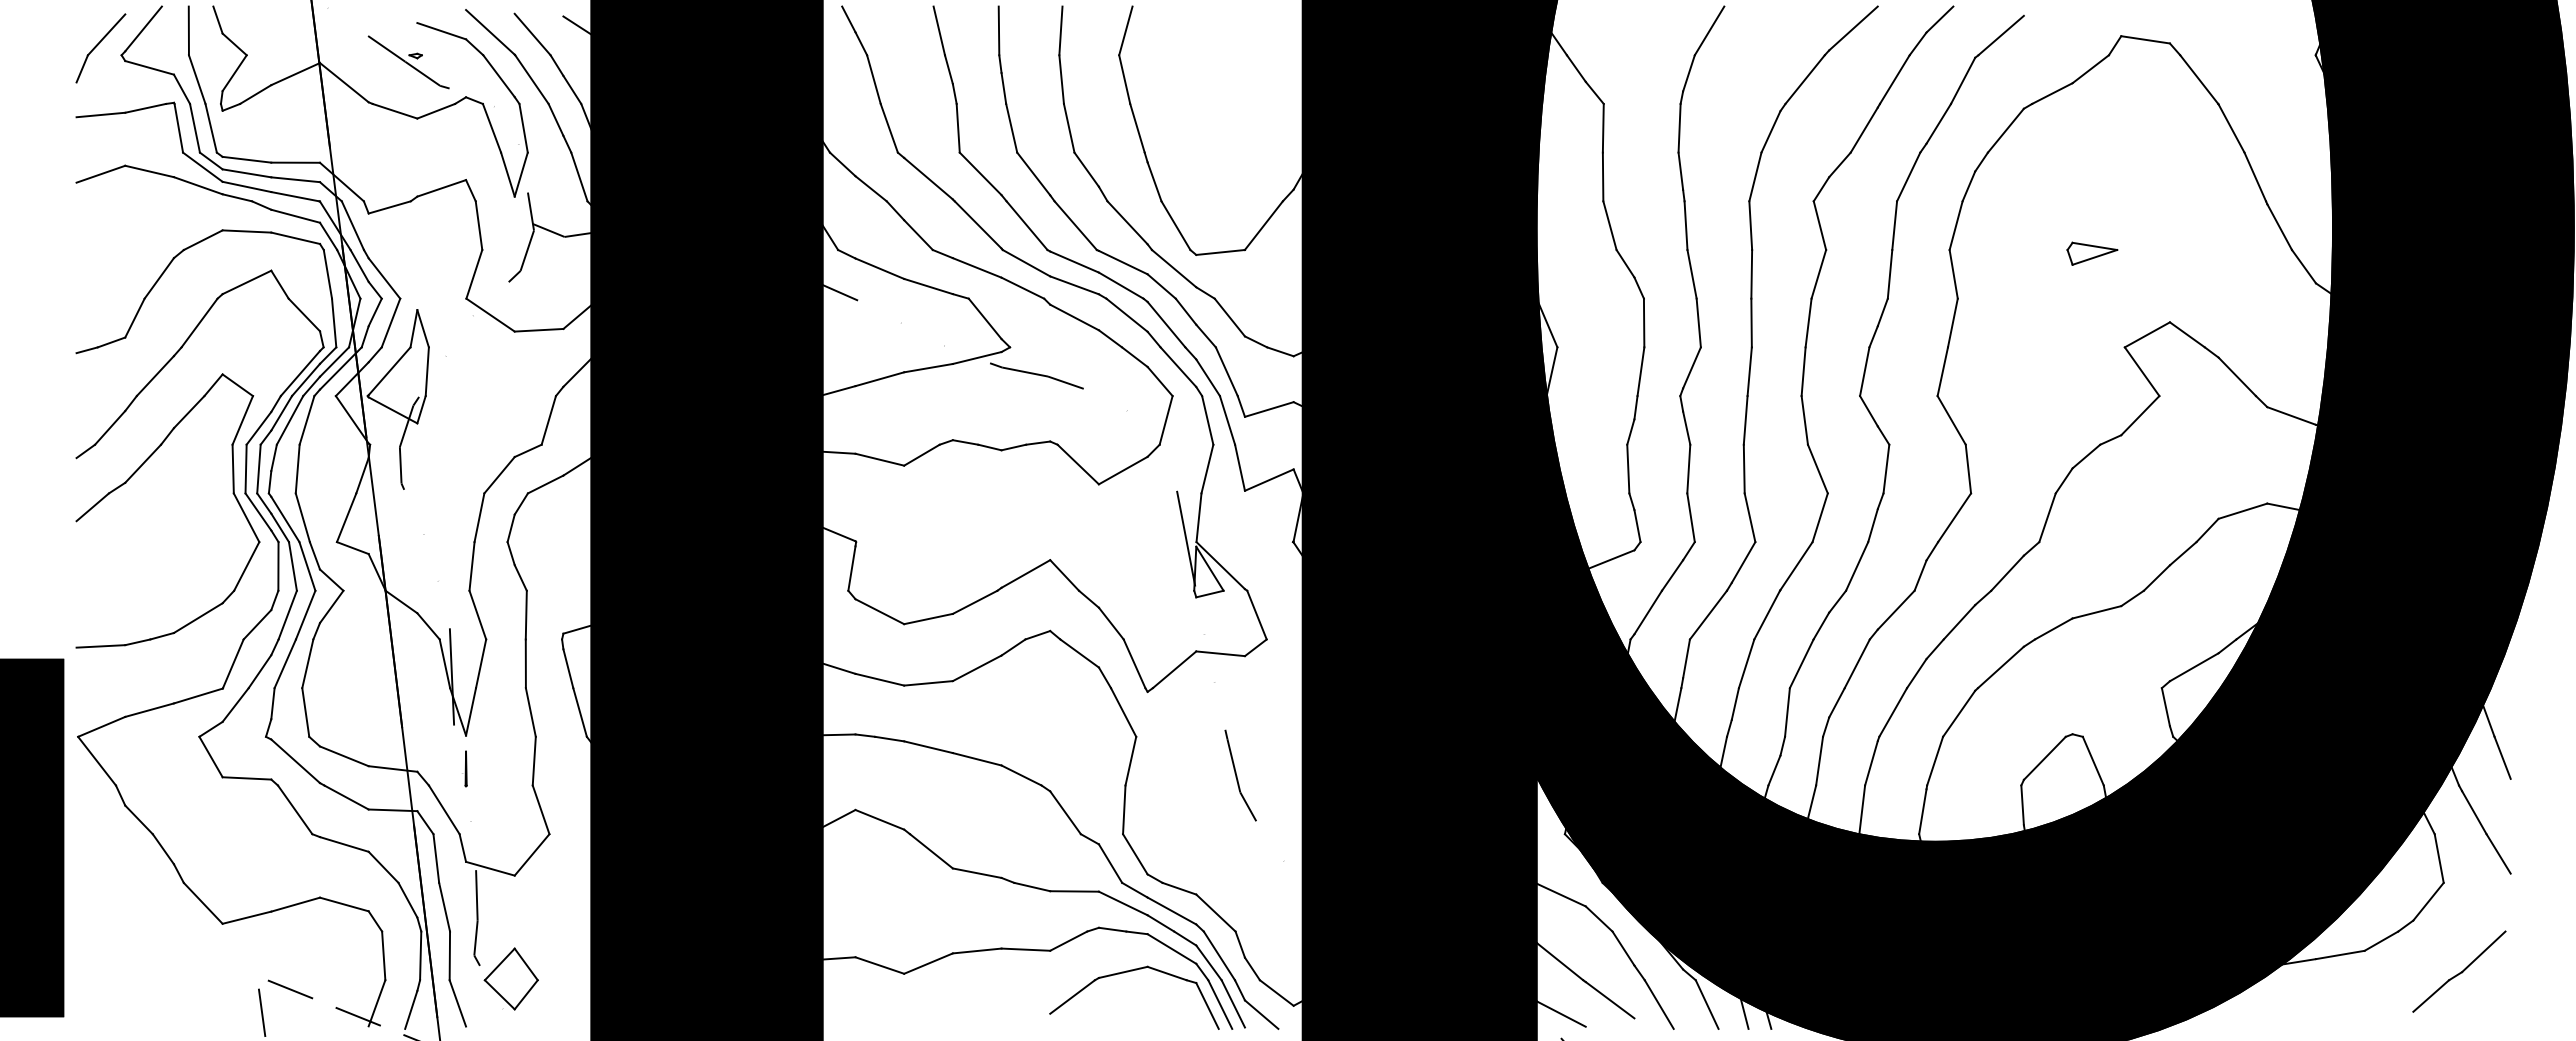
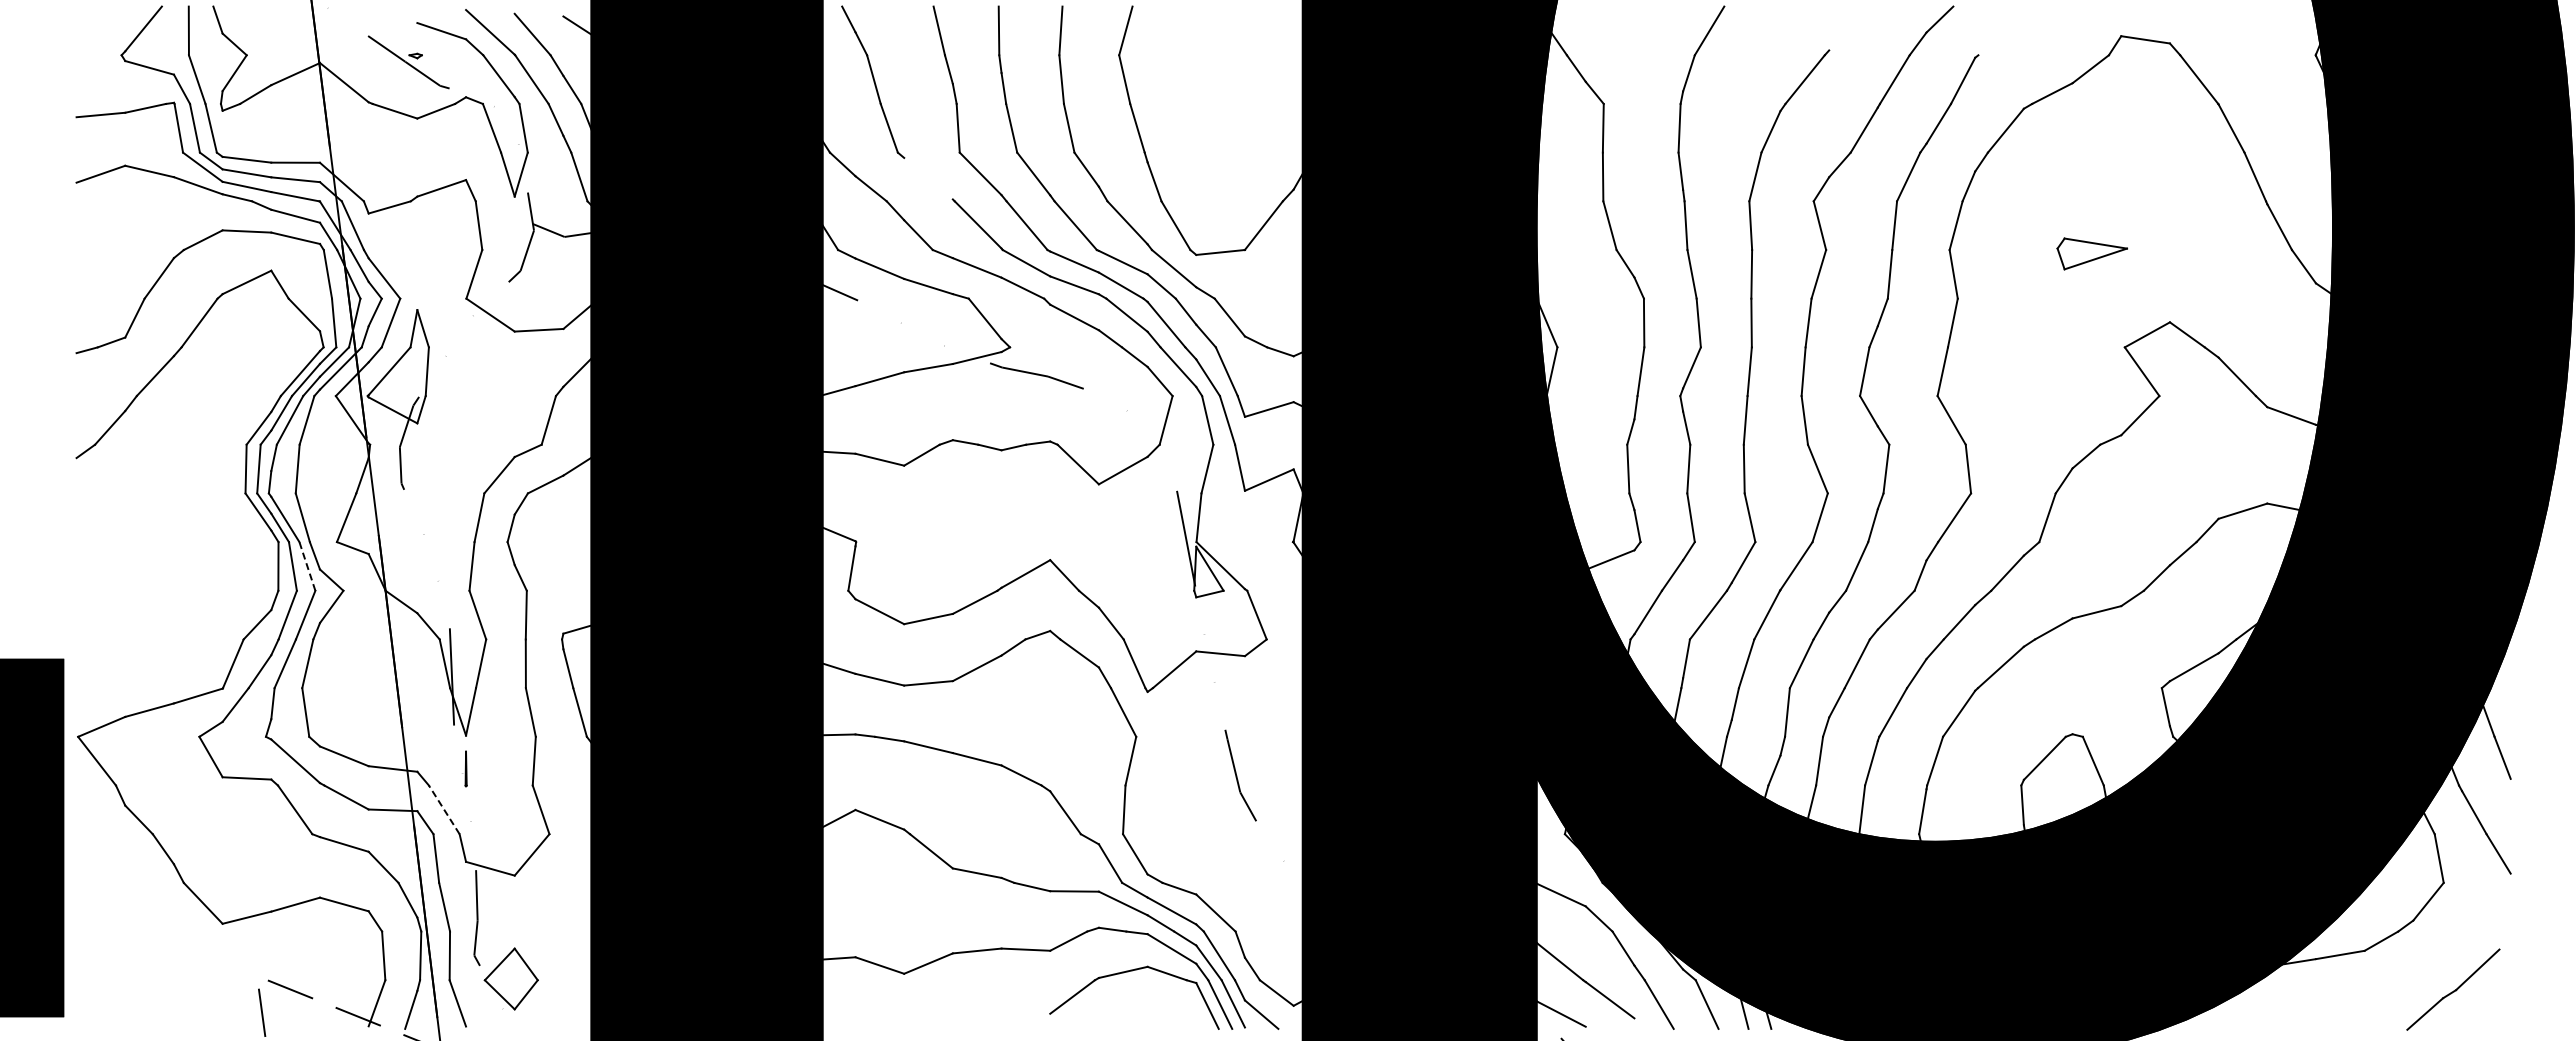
line at (1853, 28): present -> none
line at (2000, 35): present -> none
part at (100, 48): present -> none
line at (928, 178): present -> none
part at (2092, 253) size: 53x25 px -> 72x34 px
part at (133, 475): present -> none
line at (307, 566): solid -> dashed
line at (444, 809): solid -> dashed
part at (2459, 971) position: (2459, 971) -> (2453, 989)
